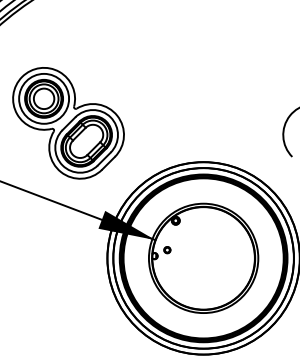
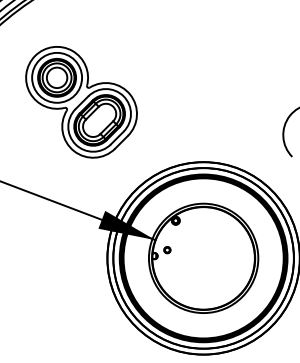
part at (68, 123) position: (68, 123) -> (81, 102)
